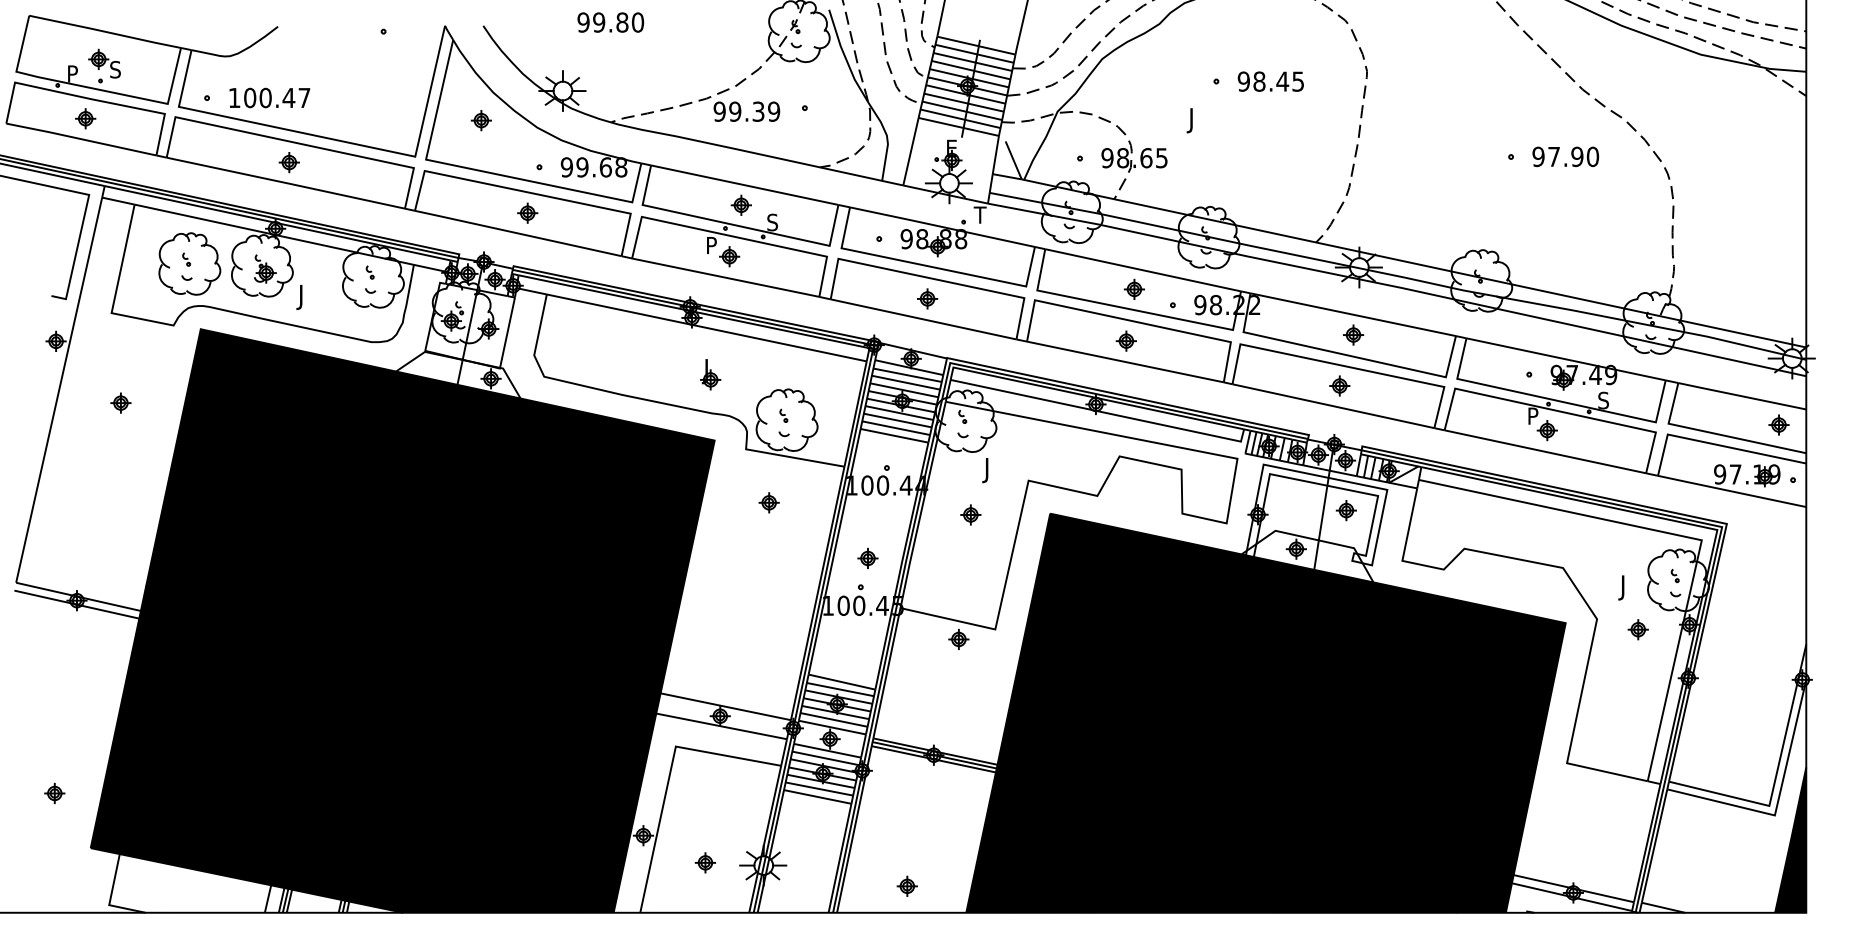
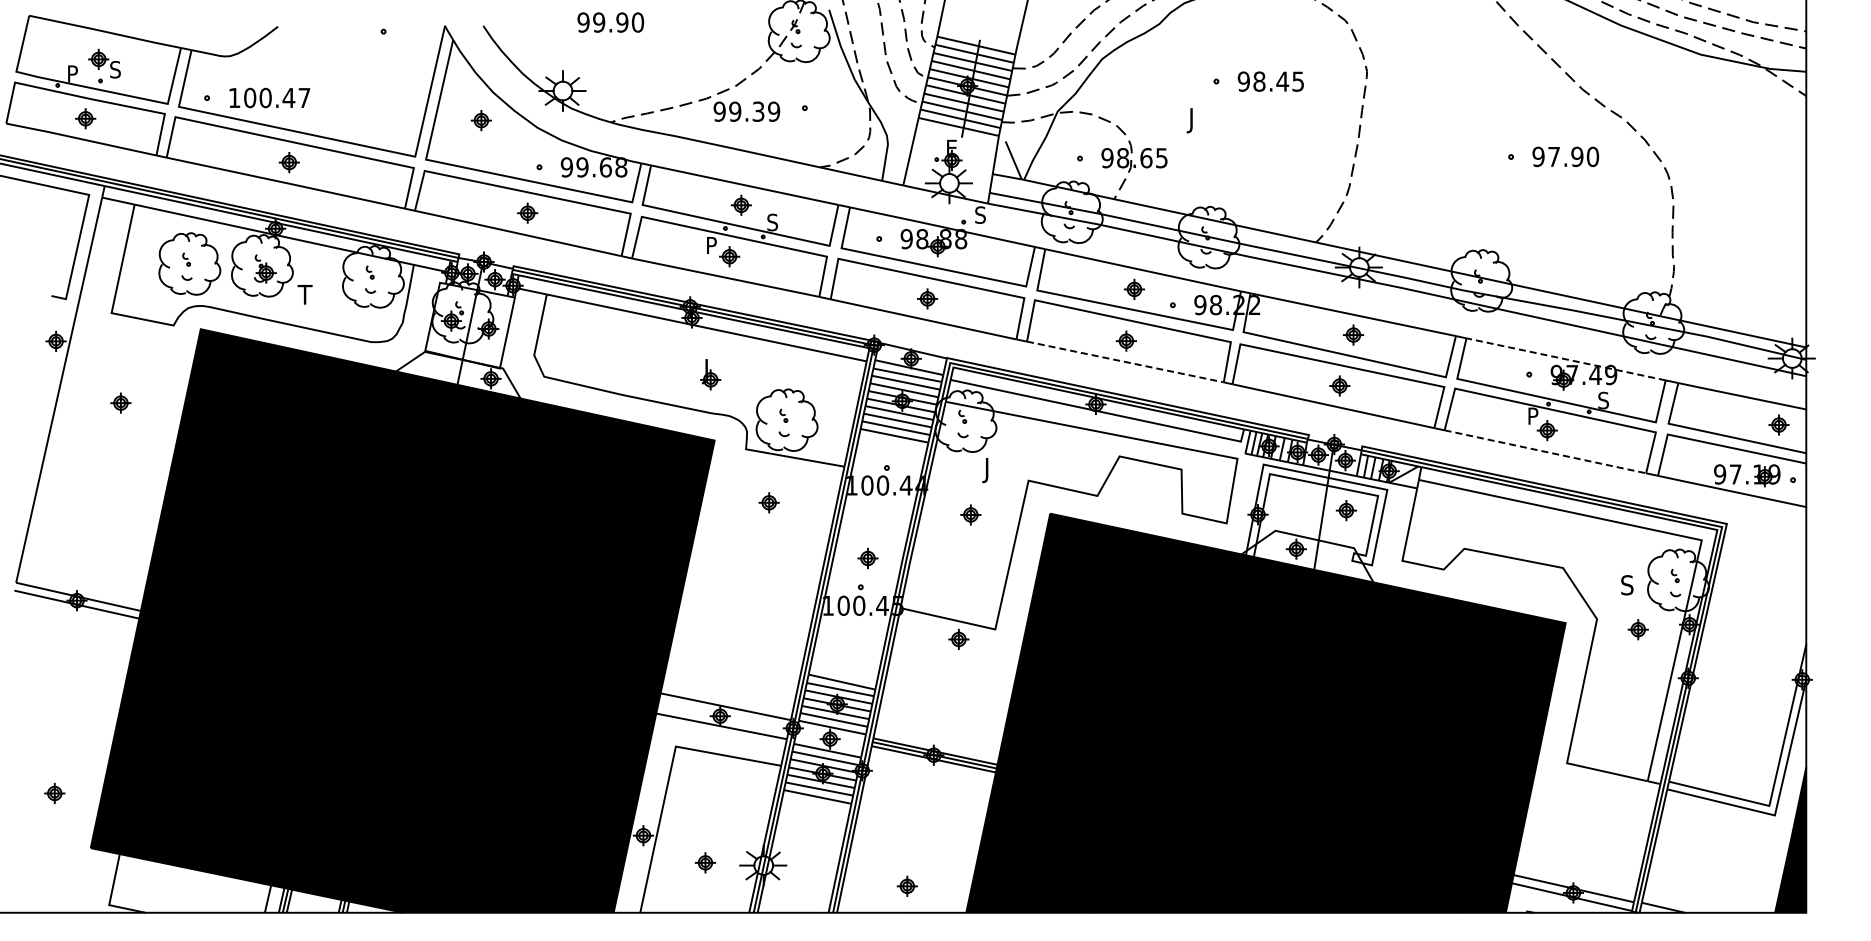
text at (622, 22): 99.80 -> 99.90
text at (979, 214): T -> S
text at (304, 297): J -> T
line at (1566, 359): solid -> dashed
line at (1126, 362): solid -> dashed
line at (1545, 451): solid -> dashed
text at (1625, 587): J -> S
